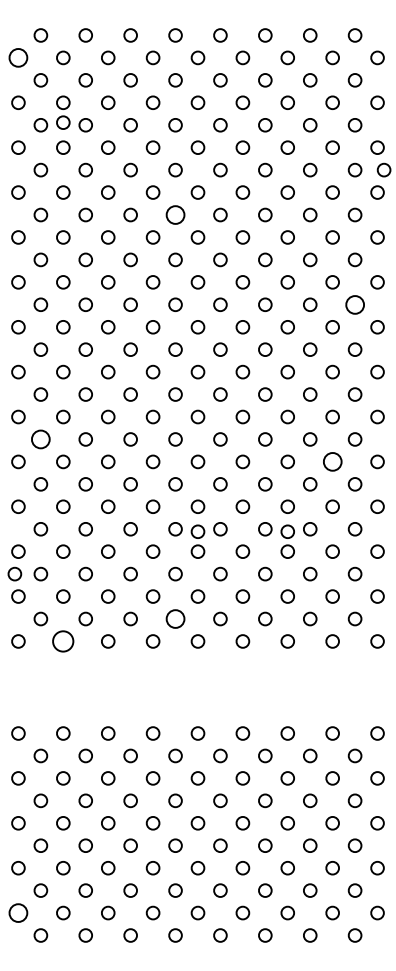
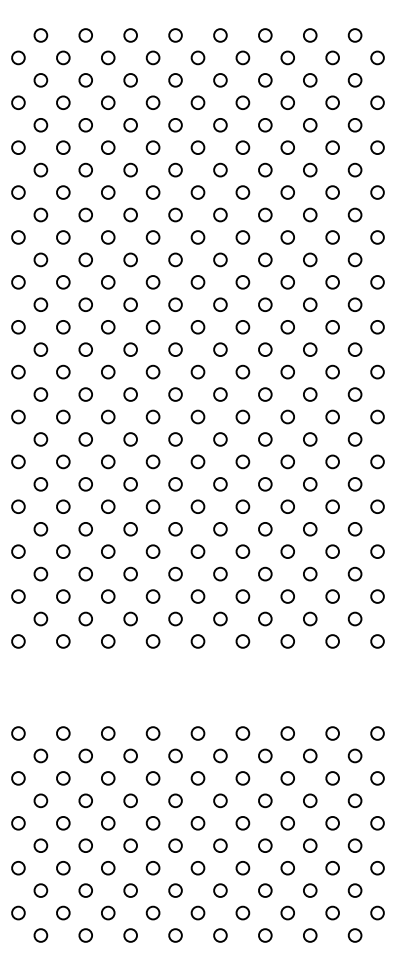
circle at (18, 57) size: 21x20 px -> 15x16 px
circle at (63, 122): present -> none
circle at (383, 169): present -> none
circle at (175, 214) size: 21x20 px -> 15x16 px
circle at (354, 304) size: 20x20 px -> 16x15 px
circle at (40, 439) size: 20x21 px -> 16x15 px
circle at (332, 461) size: 20x20 px -> 15x16 px
circle at (197, 531): present -> none
circle at (287, 531): present -> none
circle at (14, 573): present -> none
circle at (175, 618) size: 21x20 px -> 15x16 px
circle at (63, 641) size: 23x23 px -> 15x15 px
circle at (18, 912) size: 21x20 px -> 15x16 px
